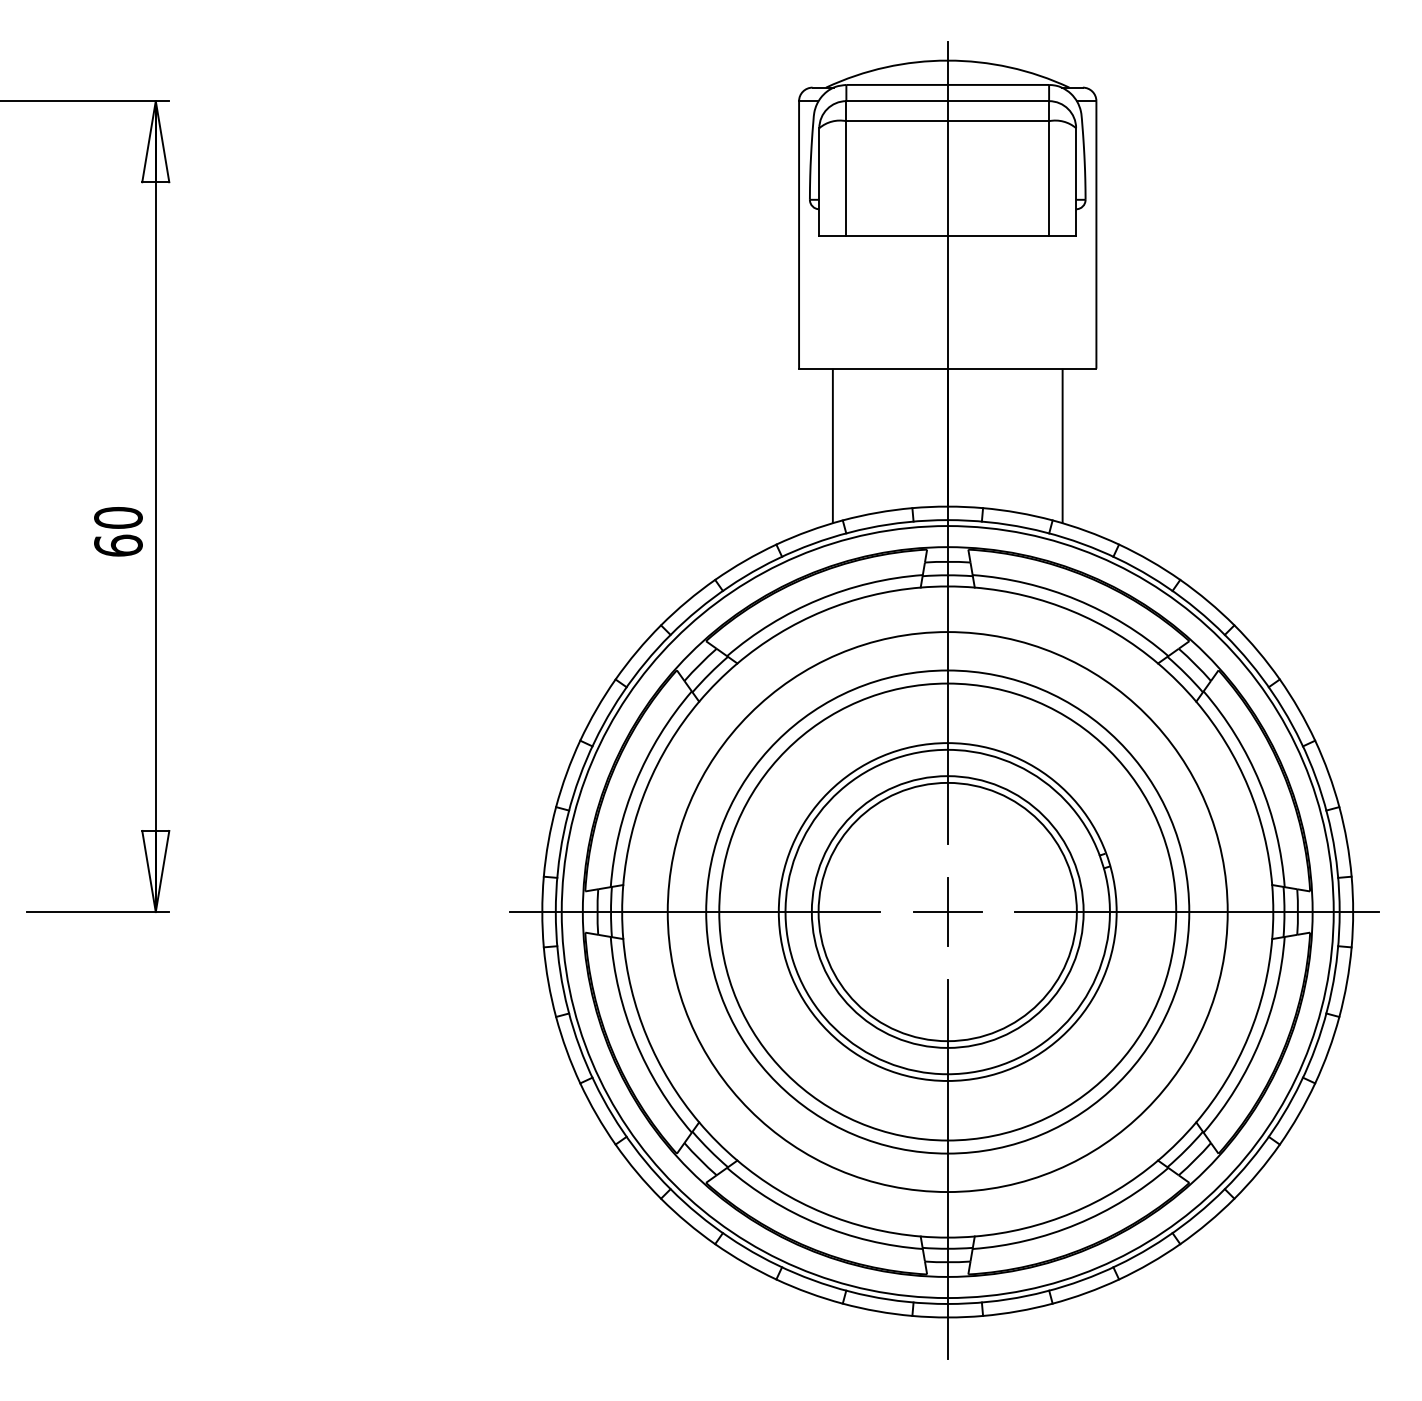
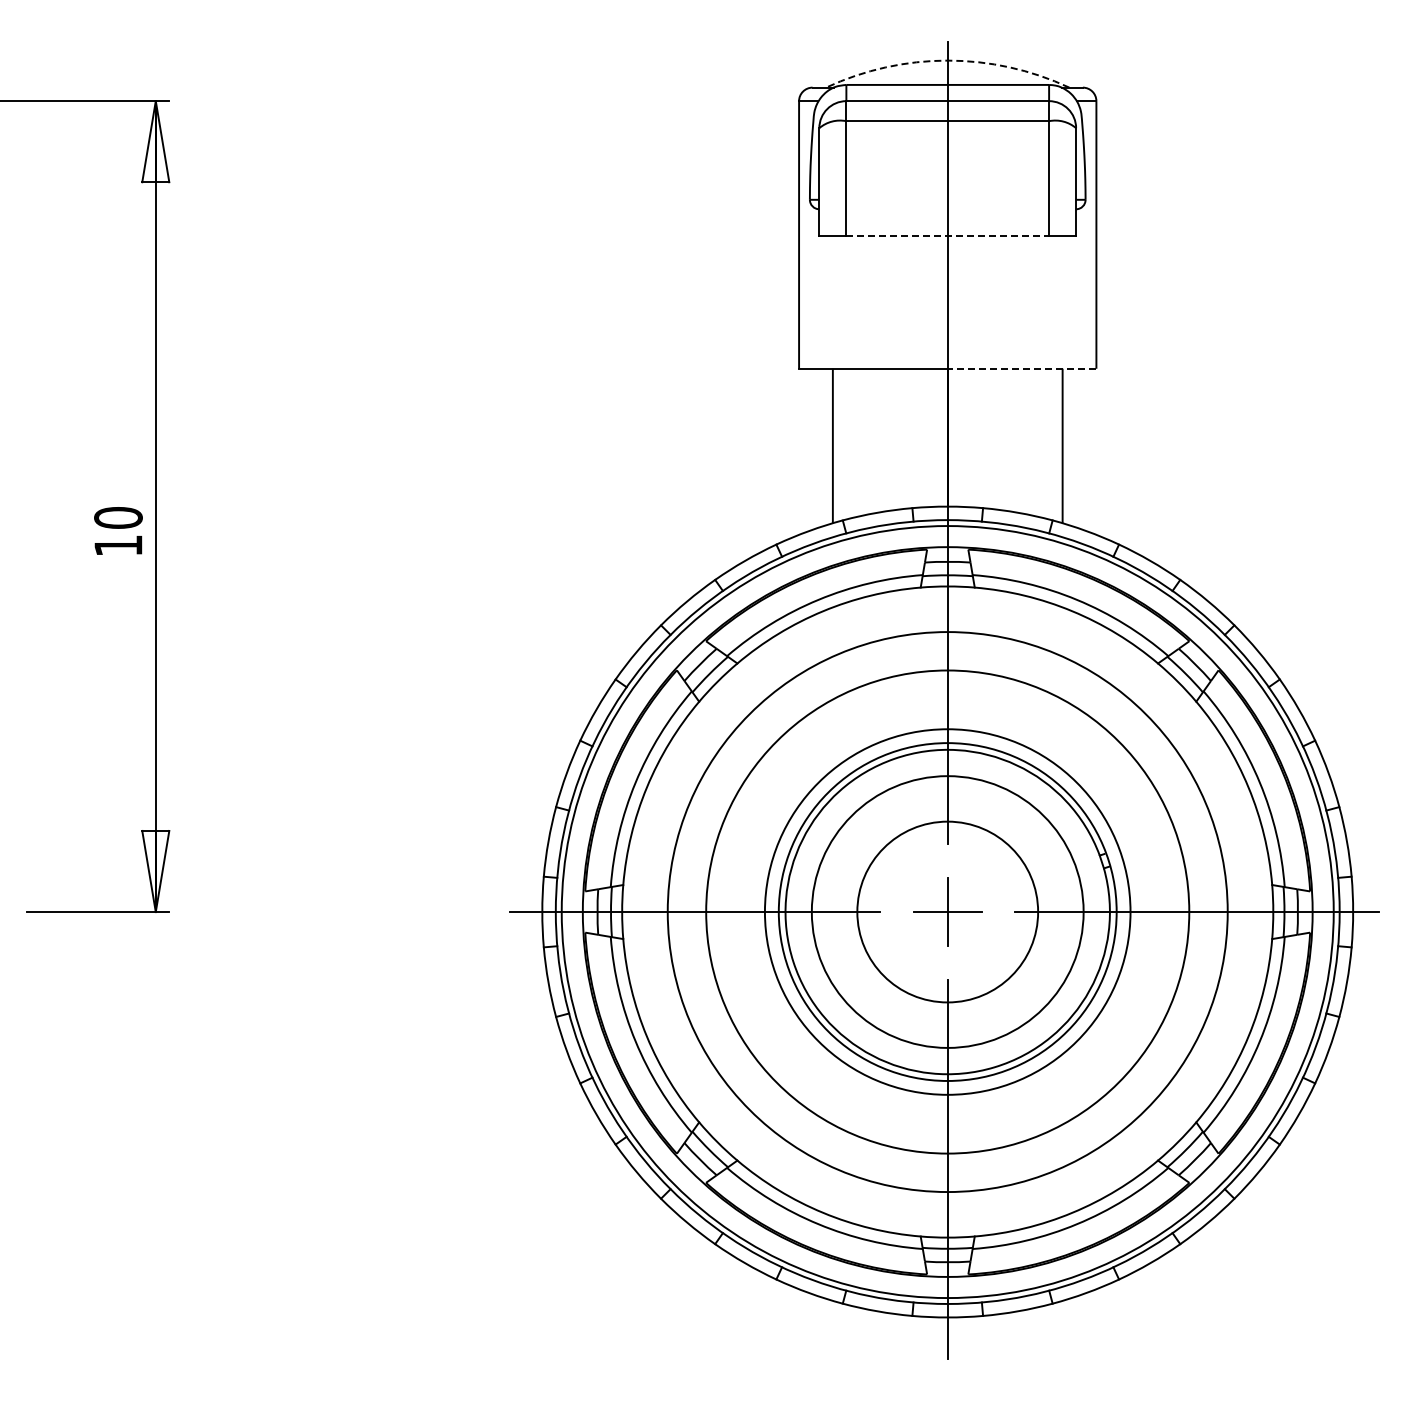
arc at (947, 60): solid -> dashed
line at (948, 236): solid -> dashed
line at (1021, 368): solid -> dashed
text at (118, 545): 60 -> 10
circle at (947, 911) diameter: 258 px -> 181 px
circle at (947, 911) diameter: 457 px -> 366 px
